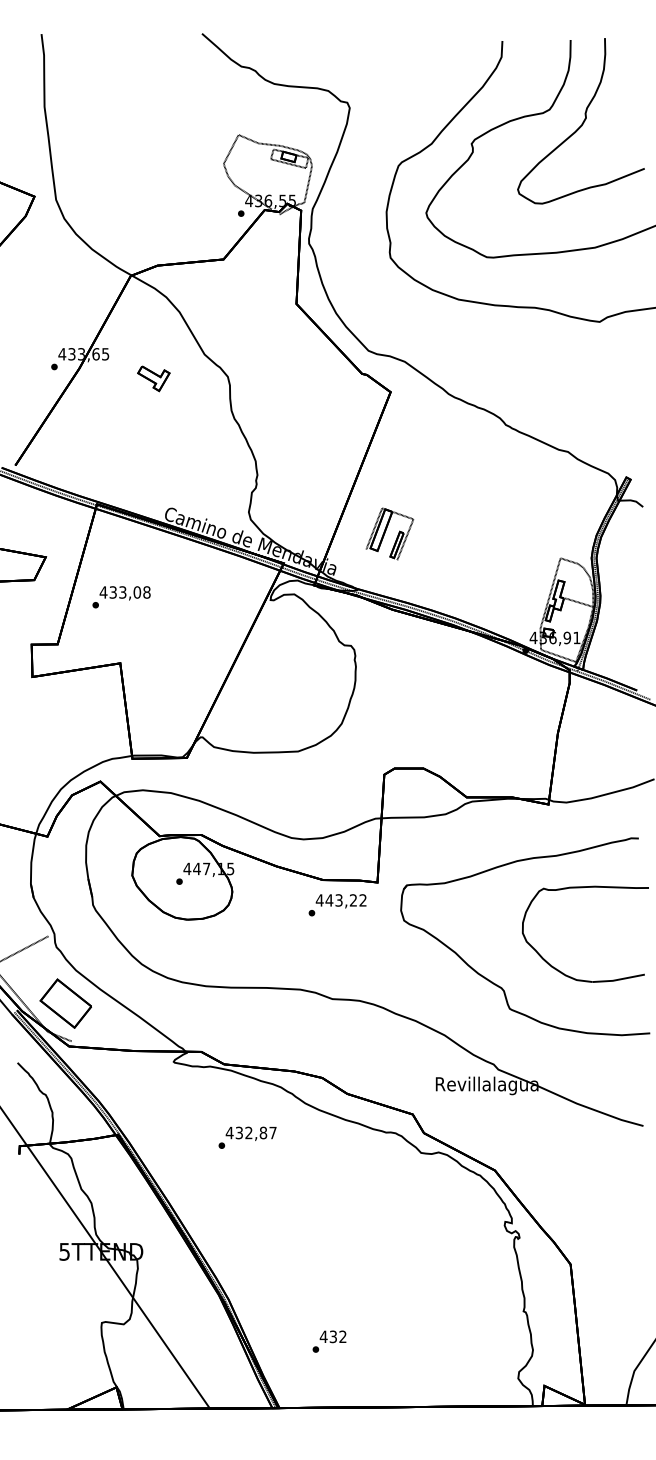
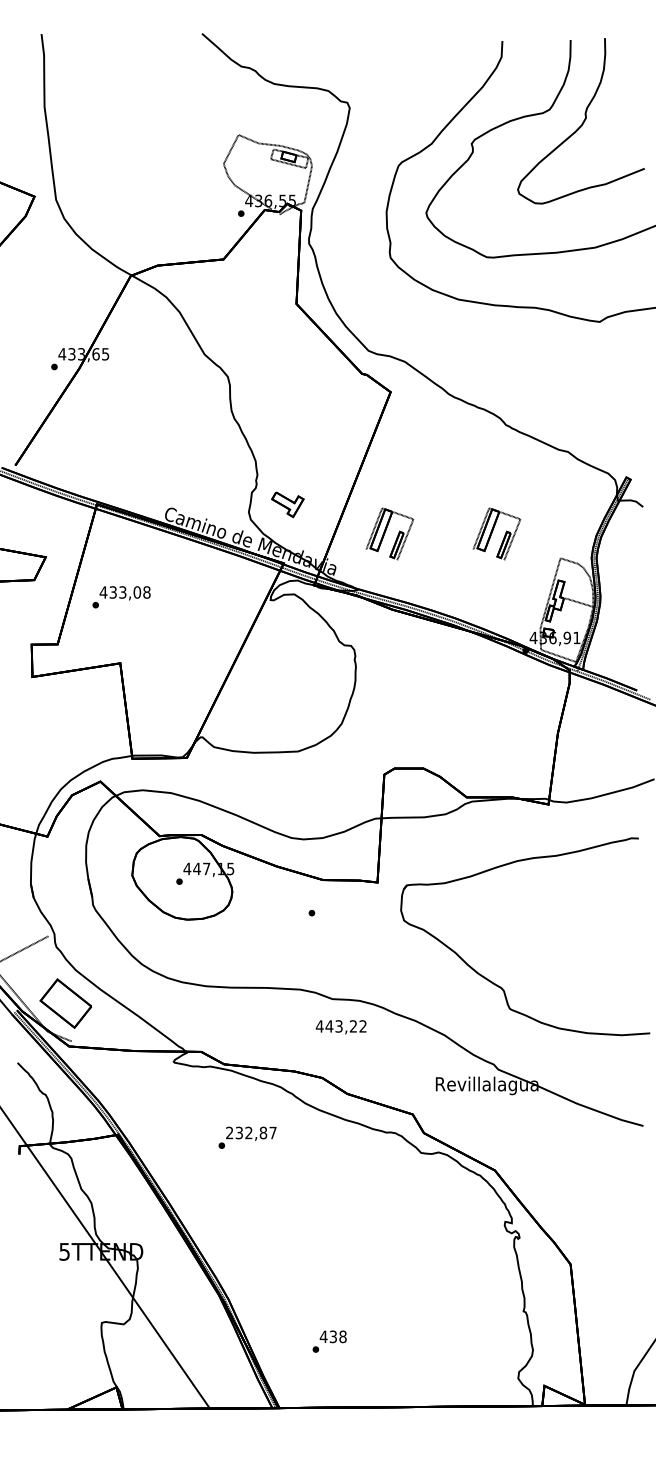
part at (153, 378) position: (153, 378) -> (287, 504)
part at (496, 533): none -> present
text at (340, 901) position: (340, 901) -> (340, 1027)
part at (563, 972): present -> none
text at (229, 1132): 432,87 -> 232,87
text at (342, 1336): 432 -> 438
